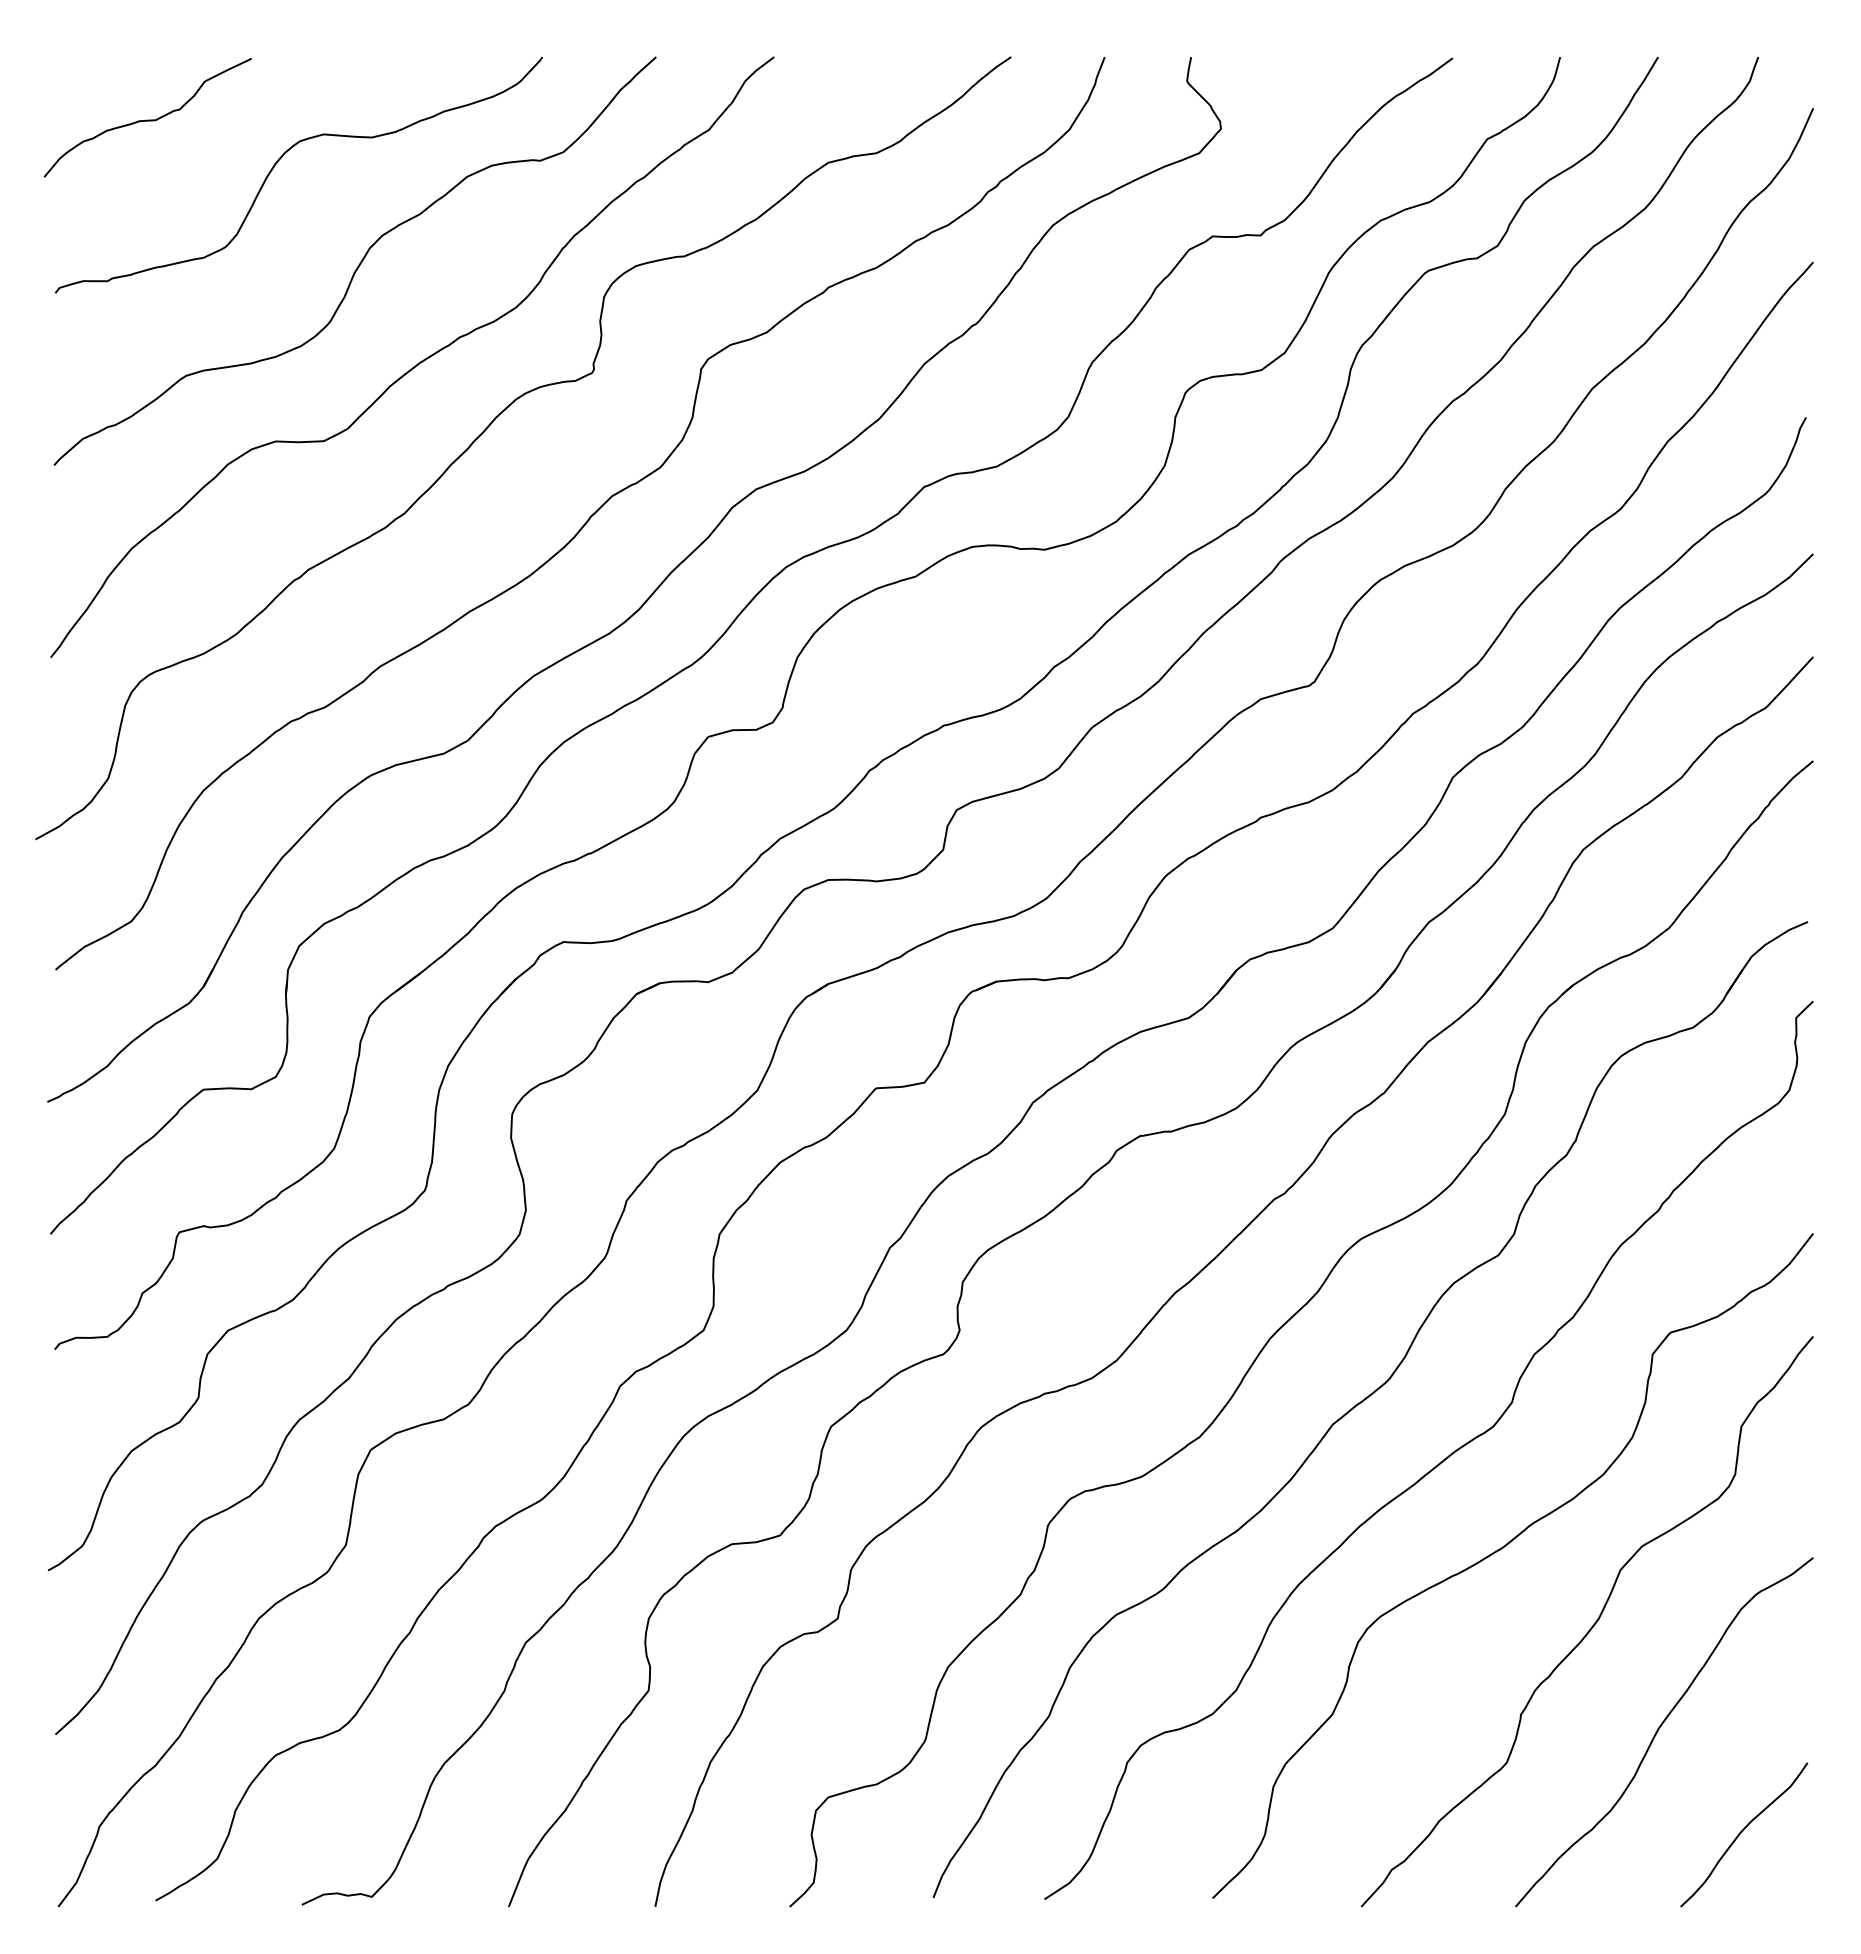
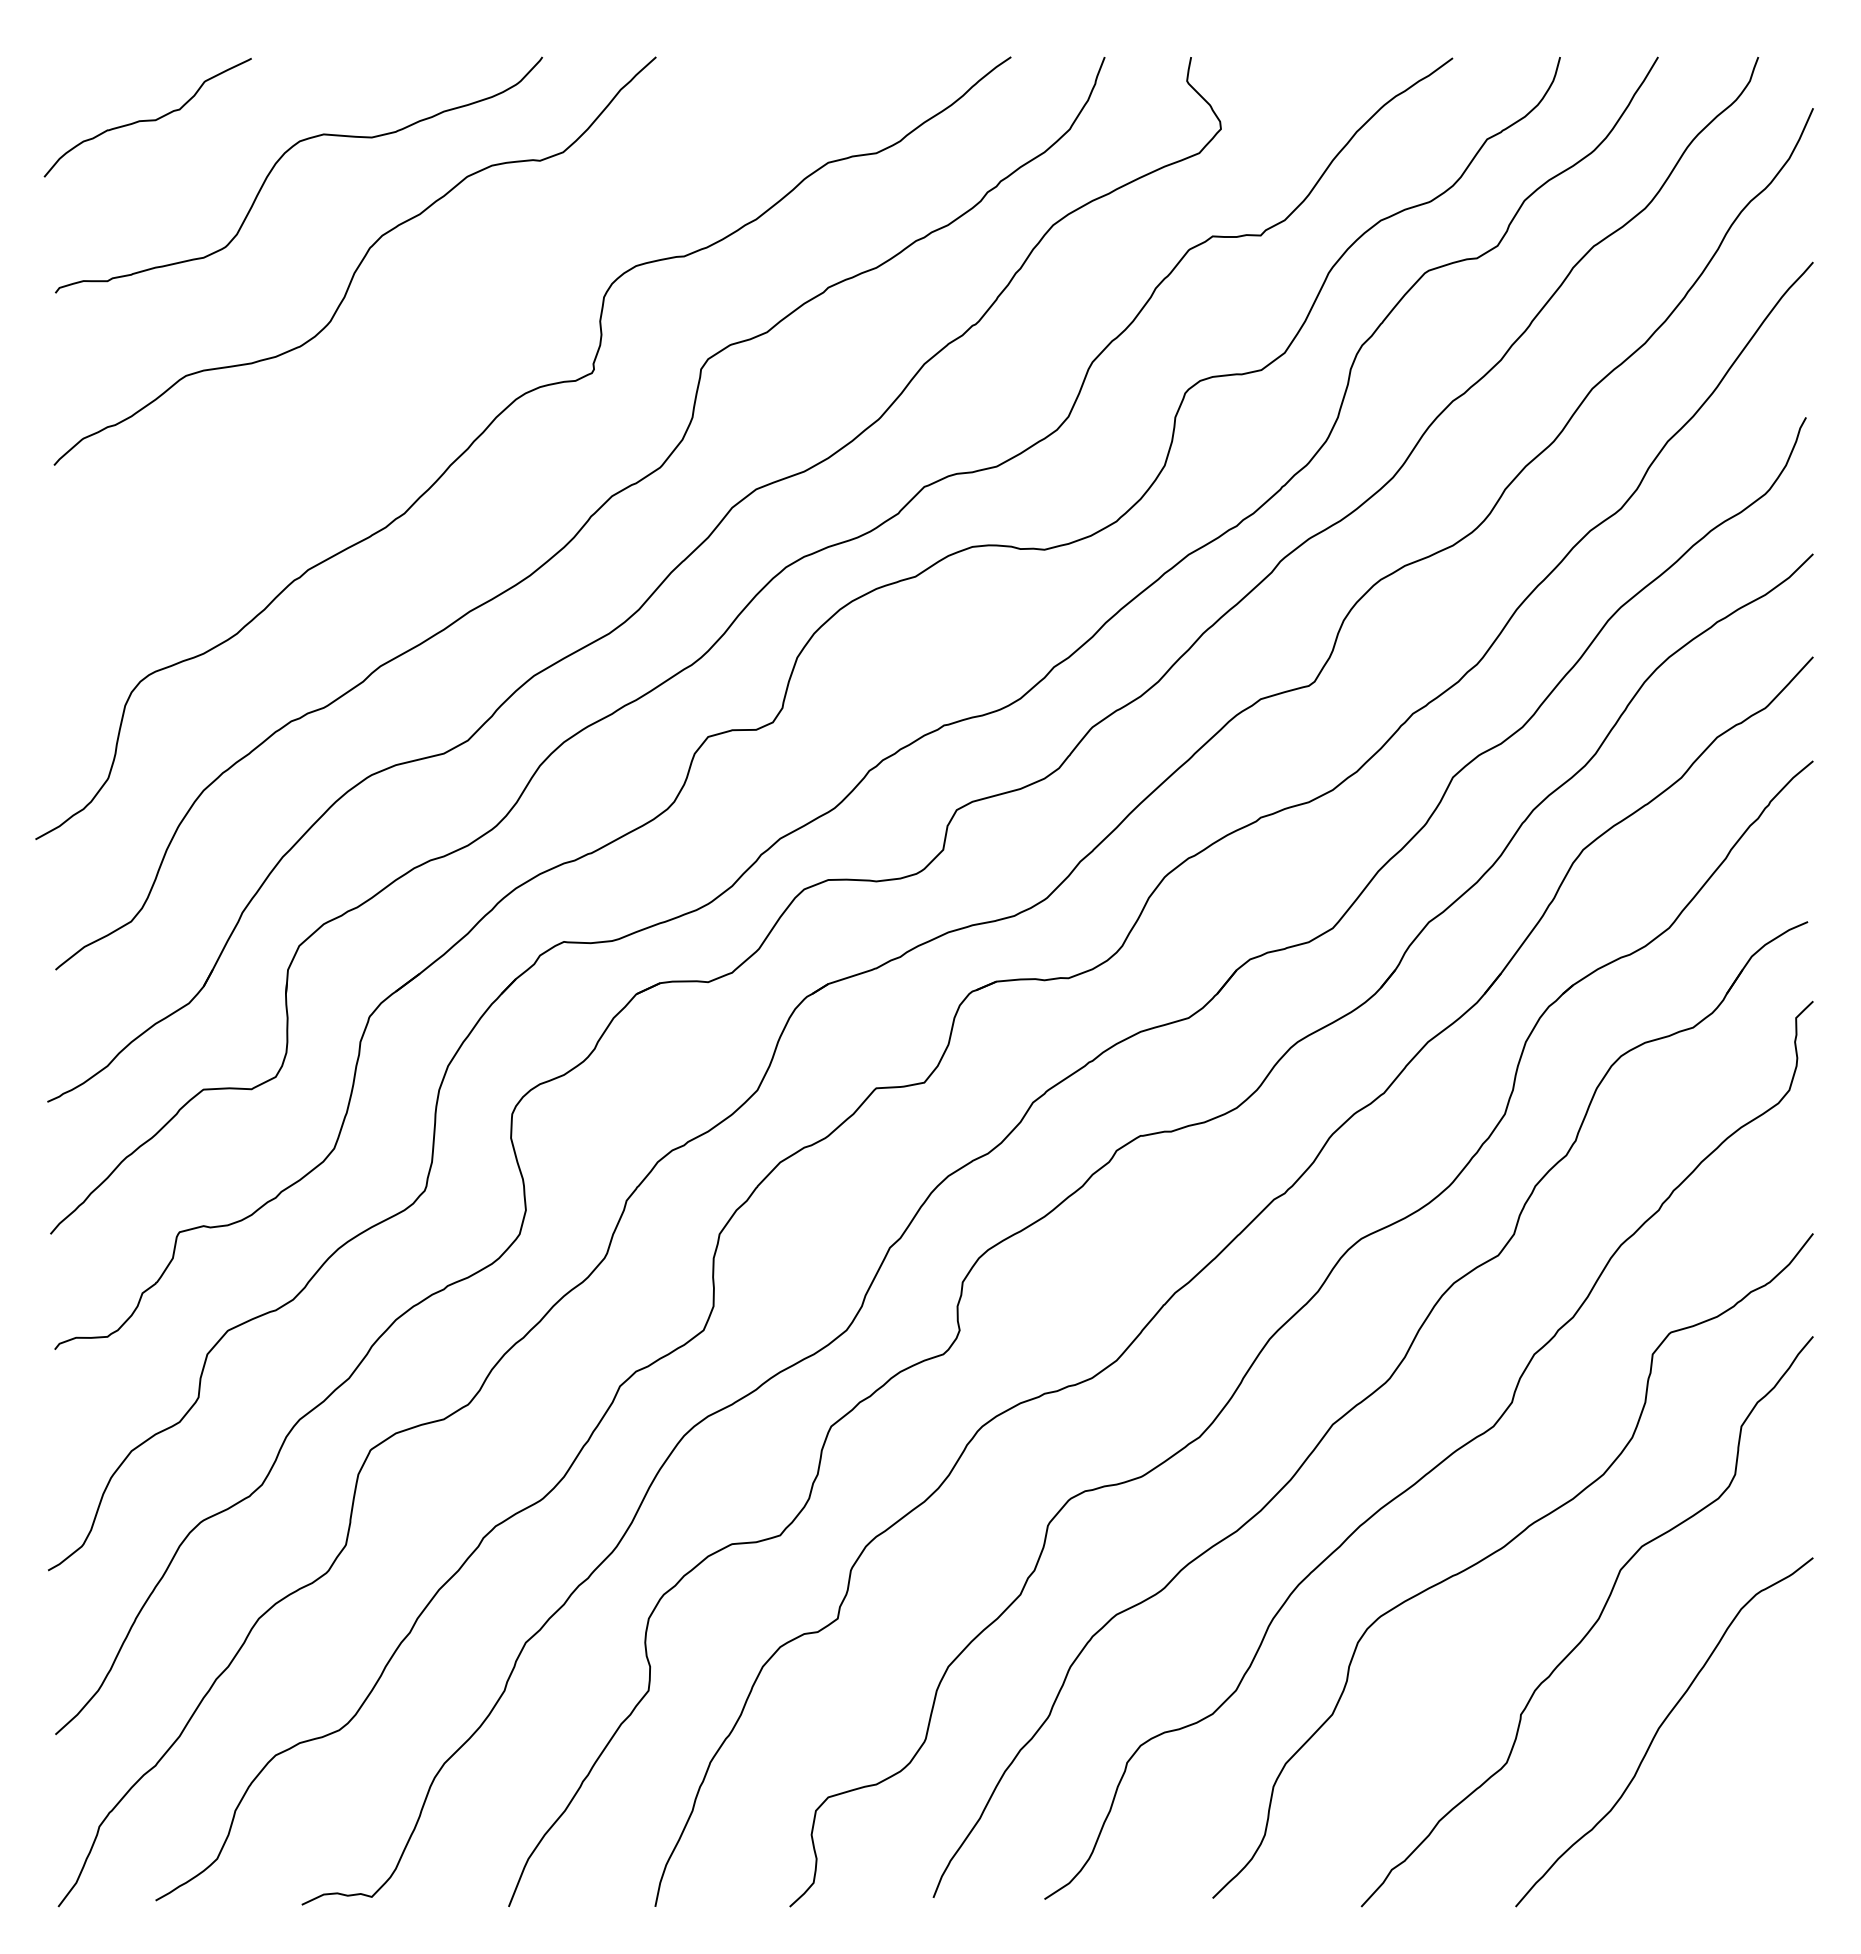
curve at (418, 362): present -> none
curve at (1742, 1832): present -> none
